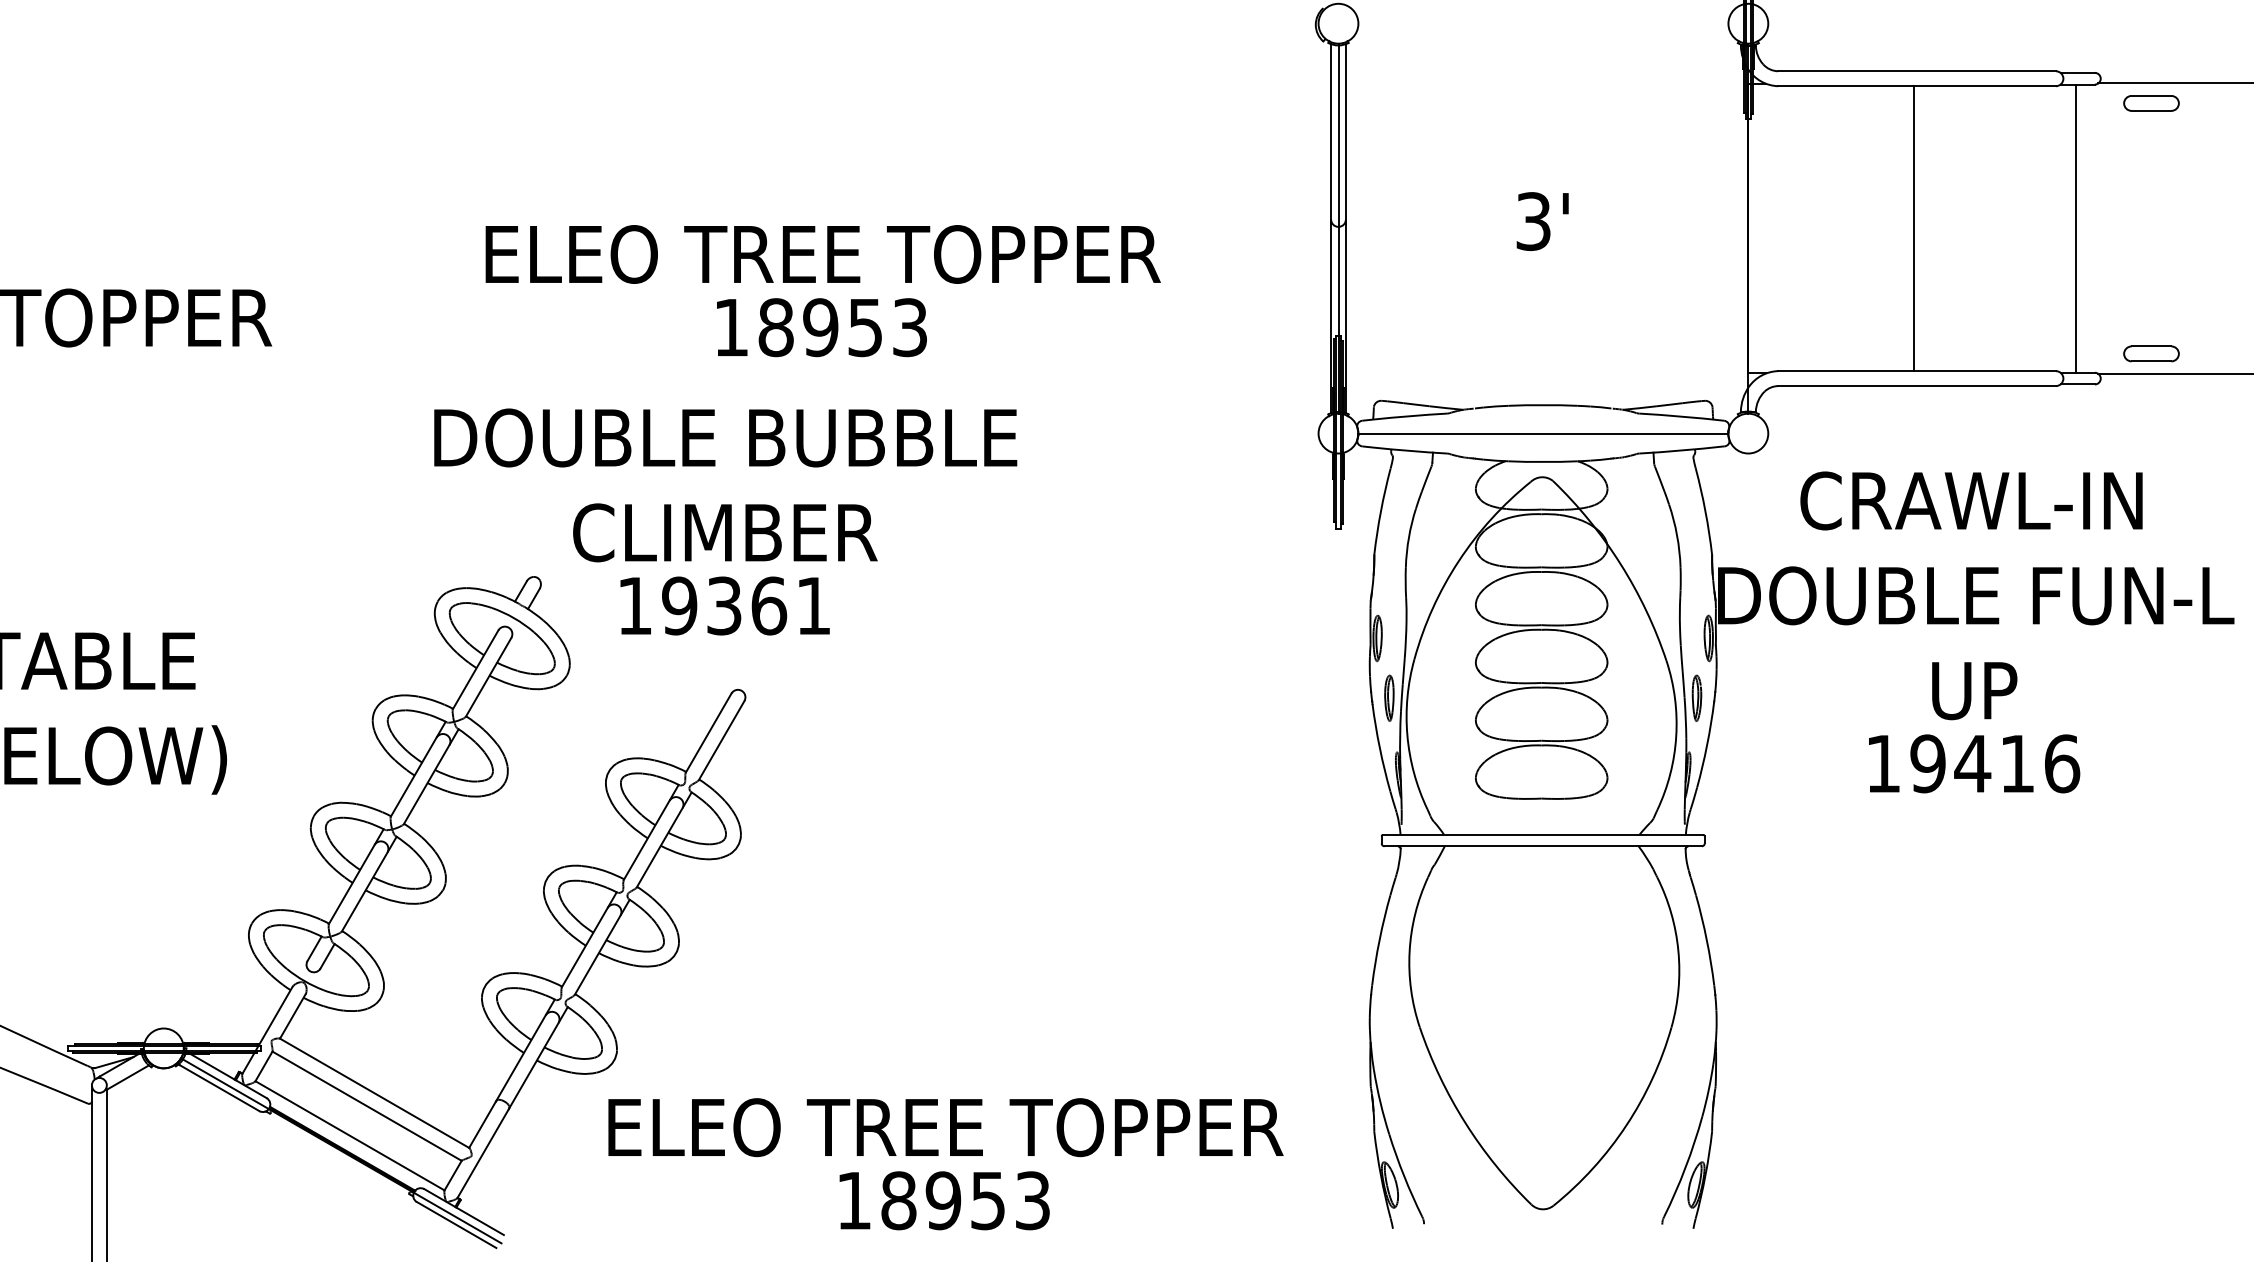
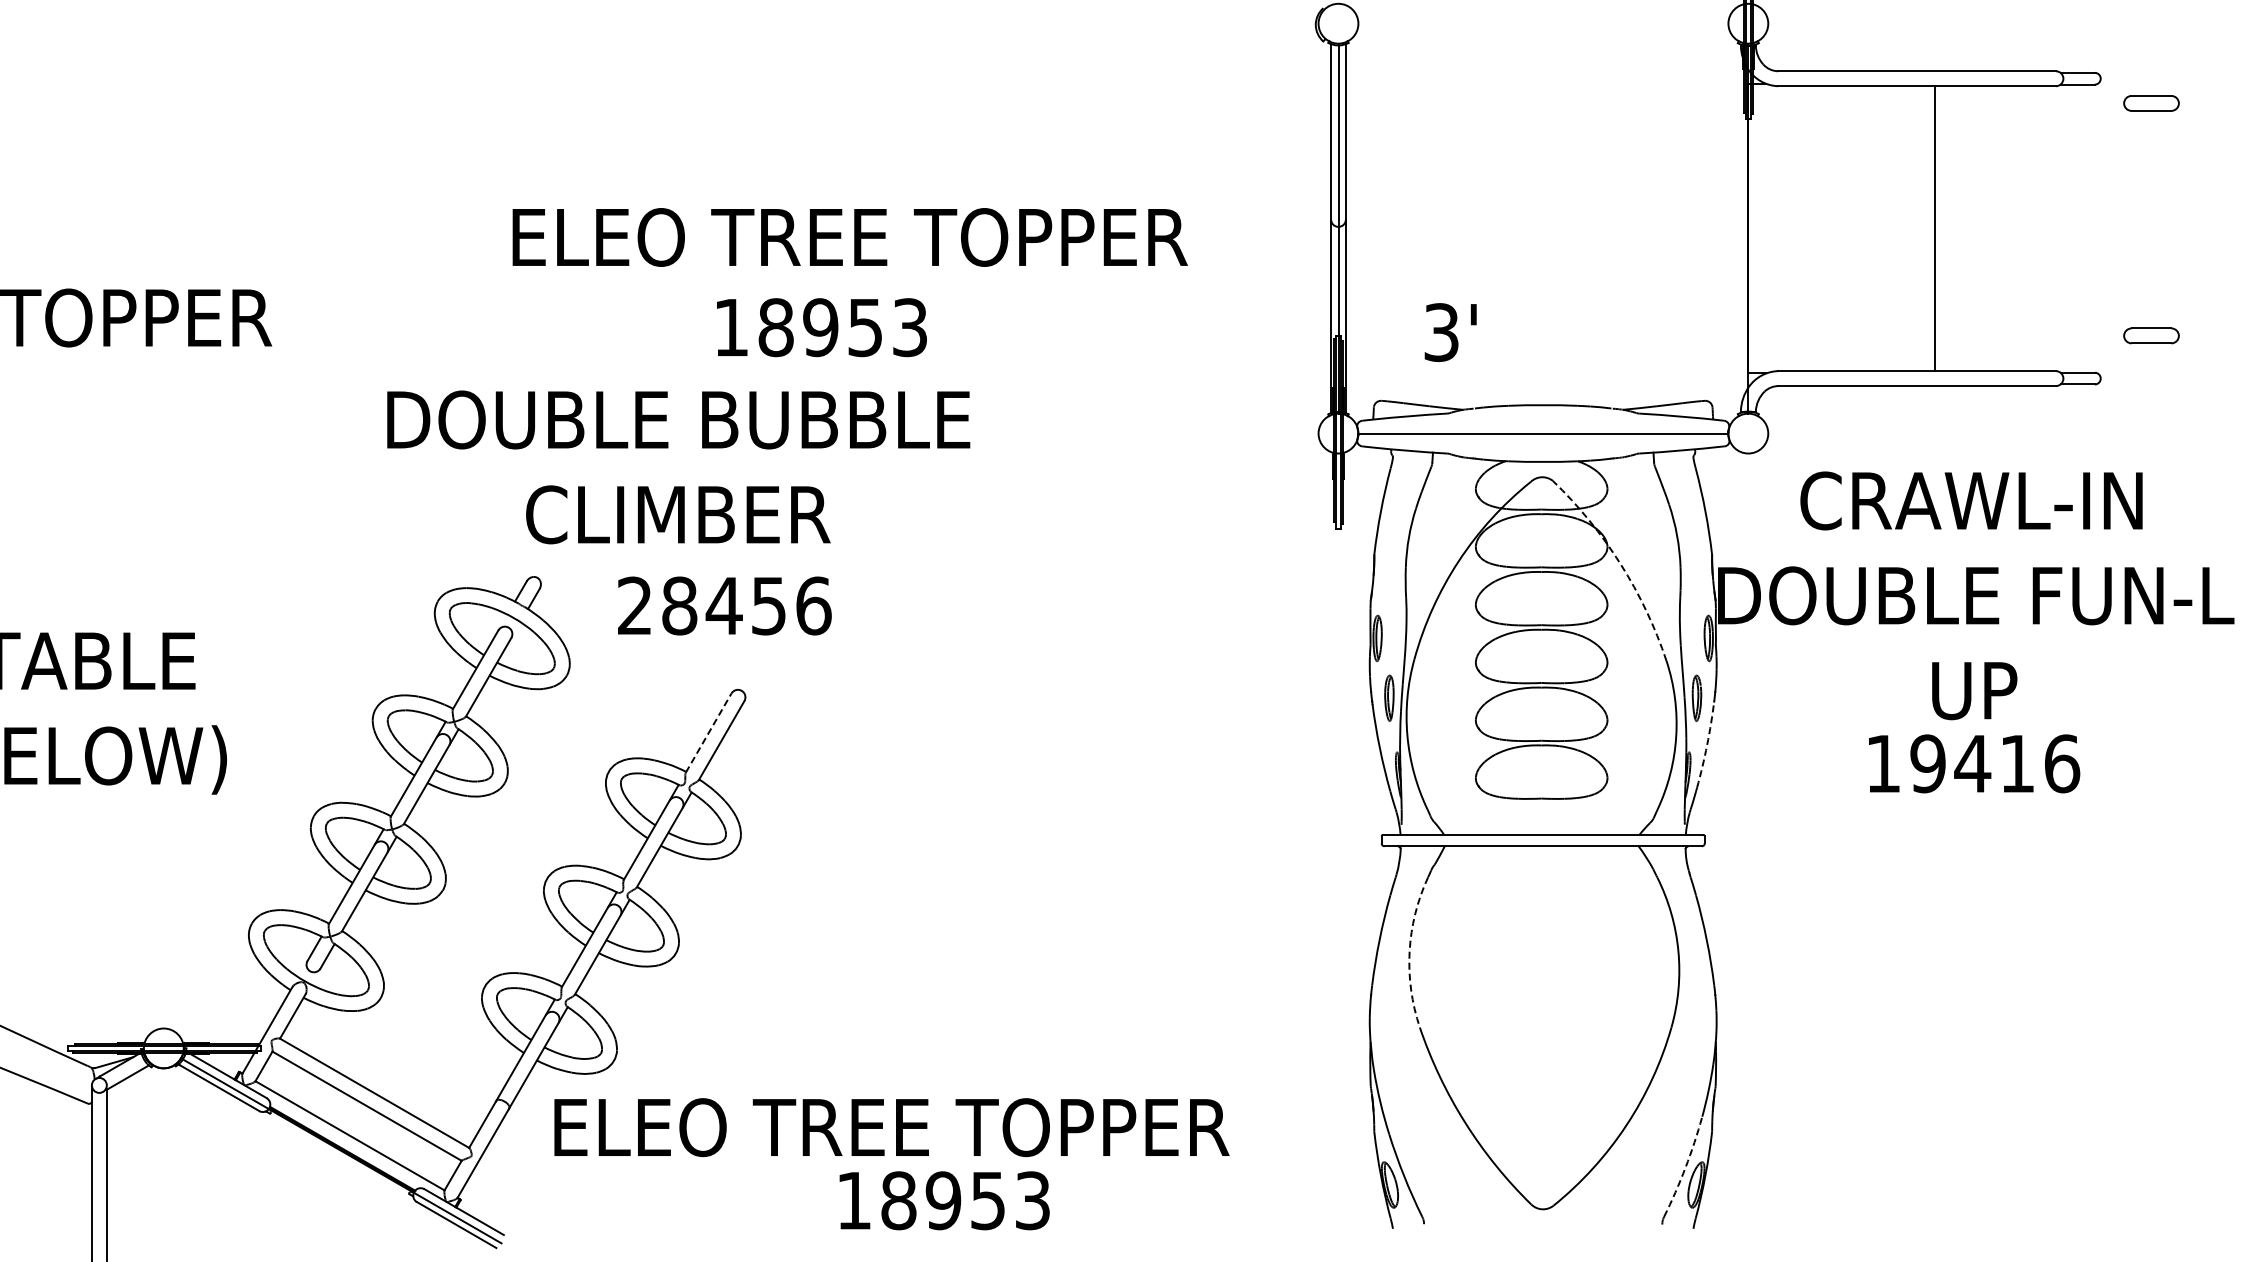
line at (2174, 83): present -> none
text at (1542, 221) position: (1542, 221) -> (1450, 332)
line at (1913, 228) position: (1913, 228) -> (1934, 228)
line at (2076, 228): present -> none
text at (822, 254) position: (822, 254) -> (849, 237)
part at (2151, 353) position: (2151, 353) -> (2151, 335)
line at (2174, 373): present -> none
text at (725, 485) position: (725, 485) -> (678, 467)
arc at (1620, 564): solid -> dashed
text at (724, 605): 19361 -> 28456
line at (708, 733): solid -> dashed
arc at (1707, 744): solid -> dashed
arc at (1409, 951): solid -> dashed
text at (945, 1127) position: (945, 1127) -> (891, 1127)
arc at (1685, 1167): solid -> dashed
